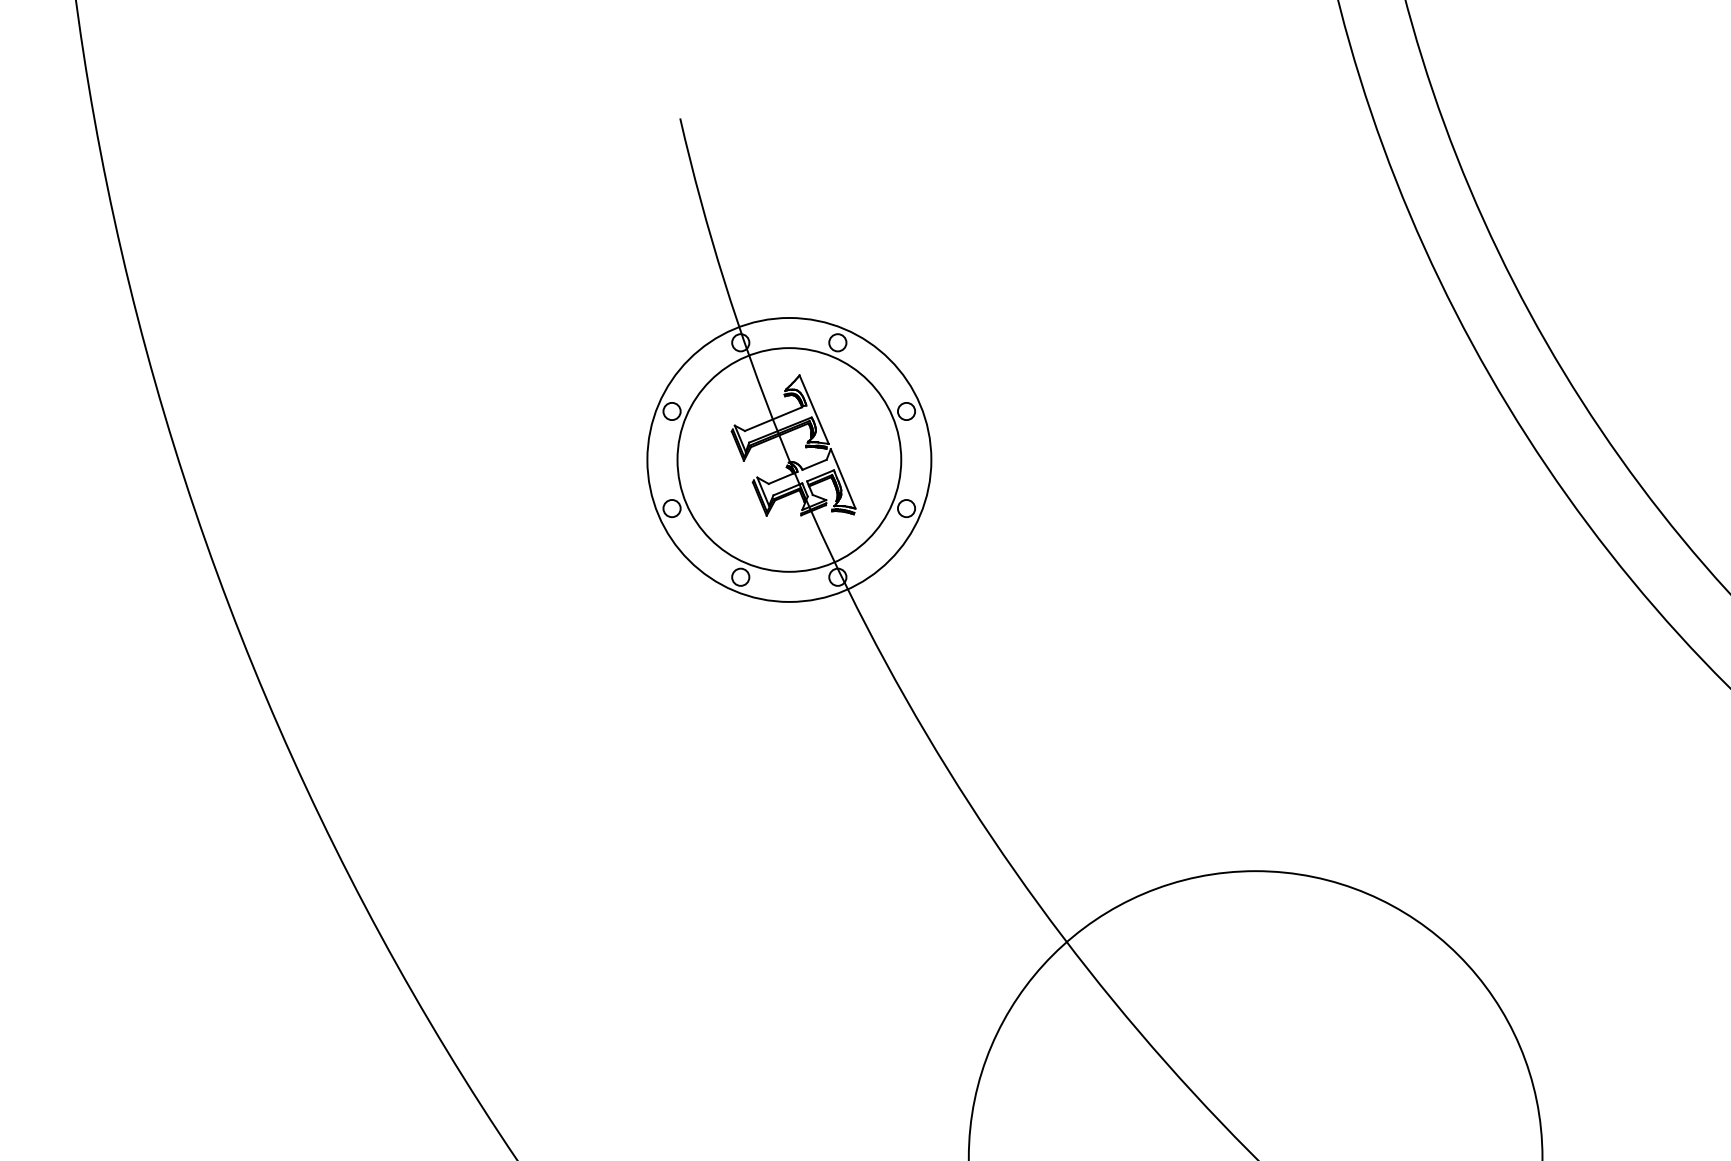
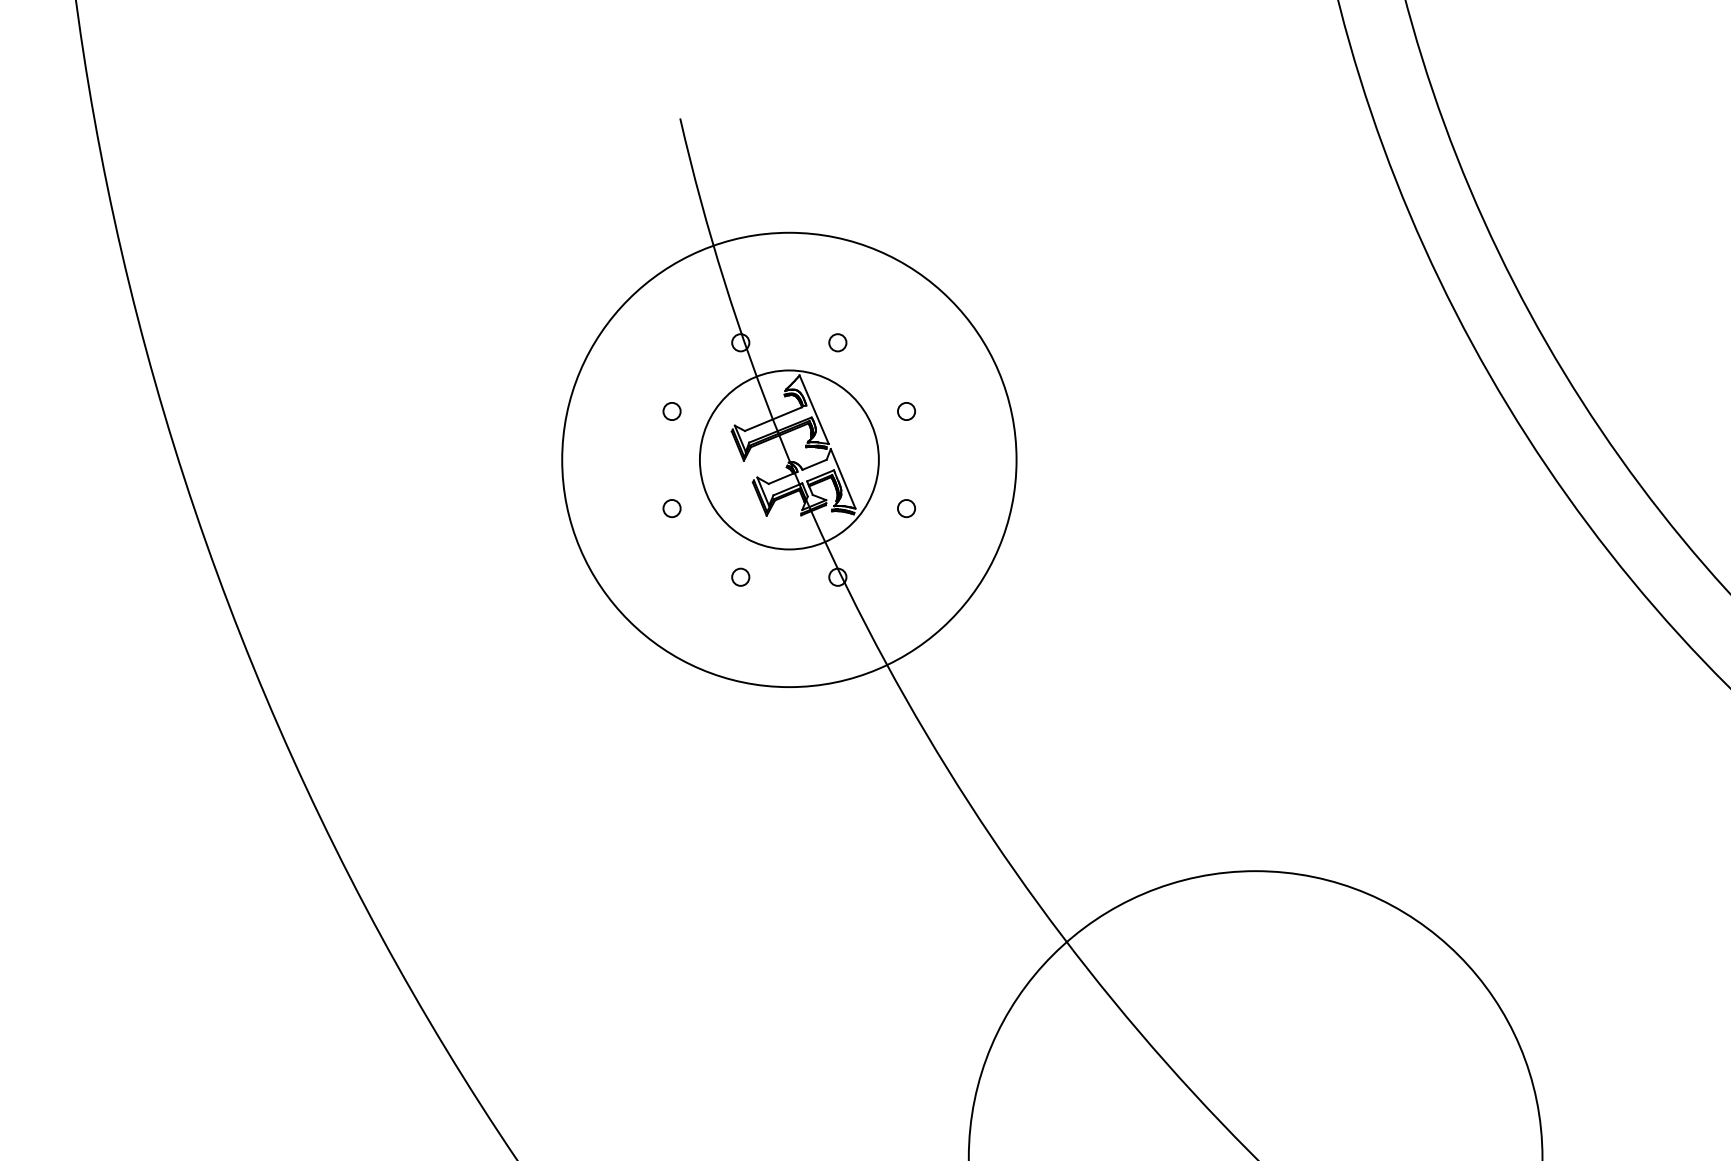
circle at (789, 459) diameter: 224 px -> 179 px
circle at (789, 459) diameter: 284 px -> 454 px
